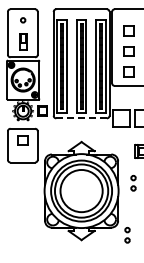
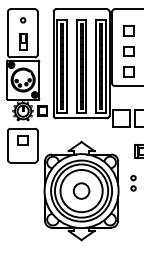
line at (82, 118): dashed -> solid
circle at (81, 190): none -> present
part at (127, 235): present -> none
